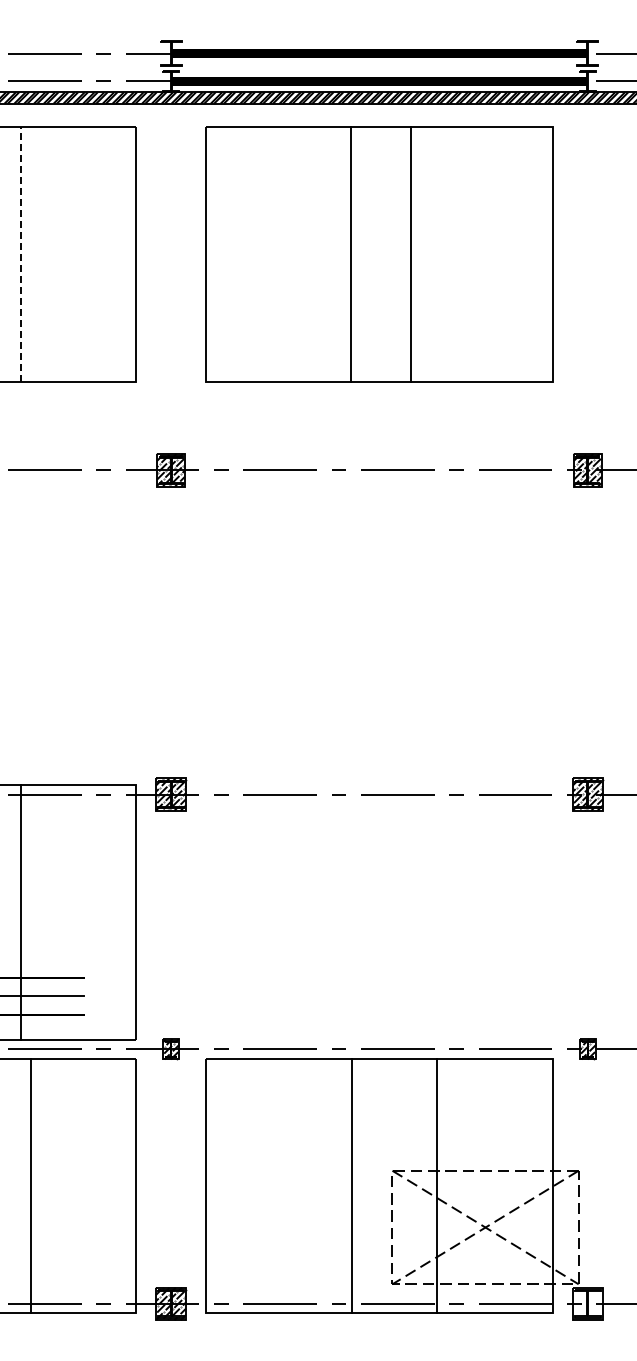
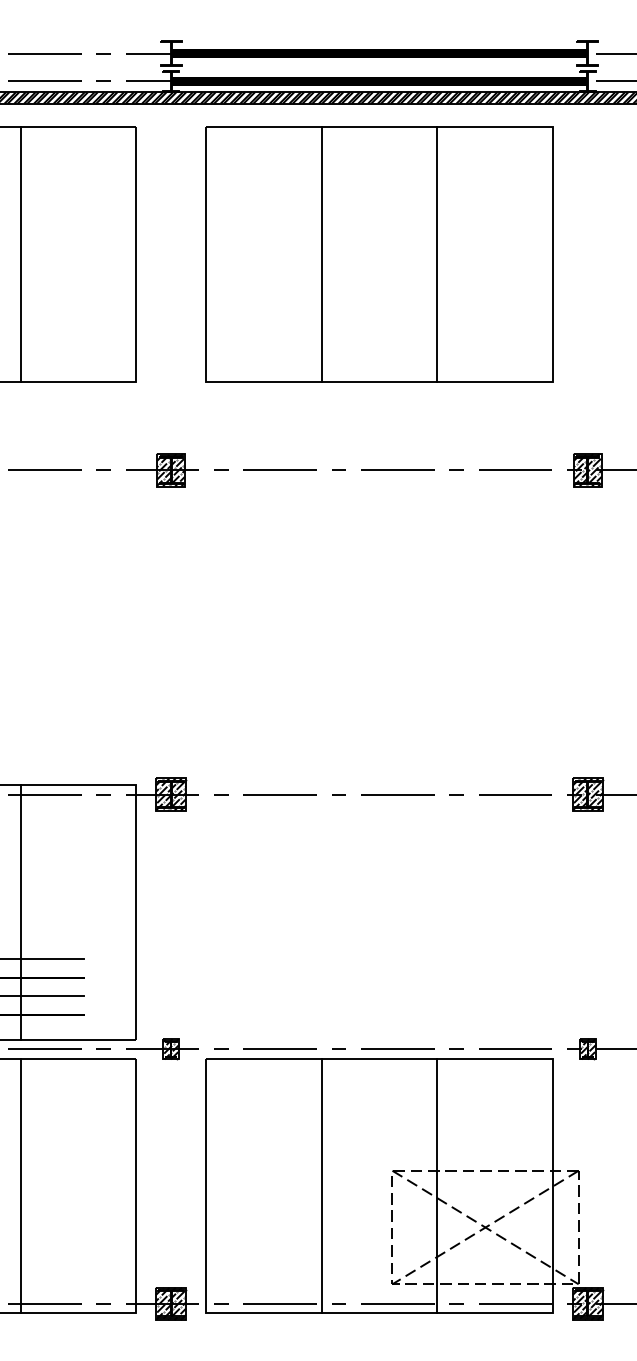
line at (20, 253): dashed -> solid
line at (350, 253) position: (350, 253) -> (321, 253)
line at (411, 253) position: (411, 253) -> (437, 253)
line at (43, 959): none -> present
line at (30, 1185) position: (30, 1185) -> (20, 1185)
line at (351, 1185) position: (351, 1185) -> (321, 1185)
hatch at (587, 1303): none -> present
